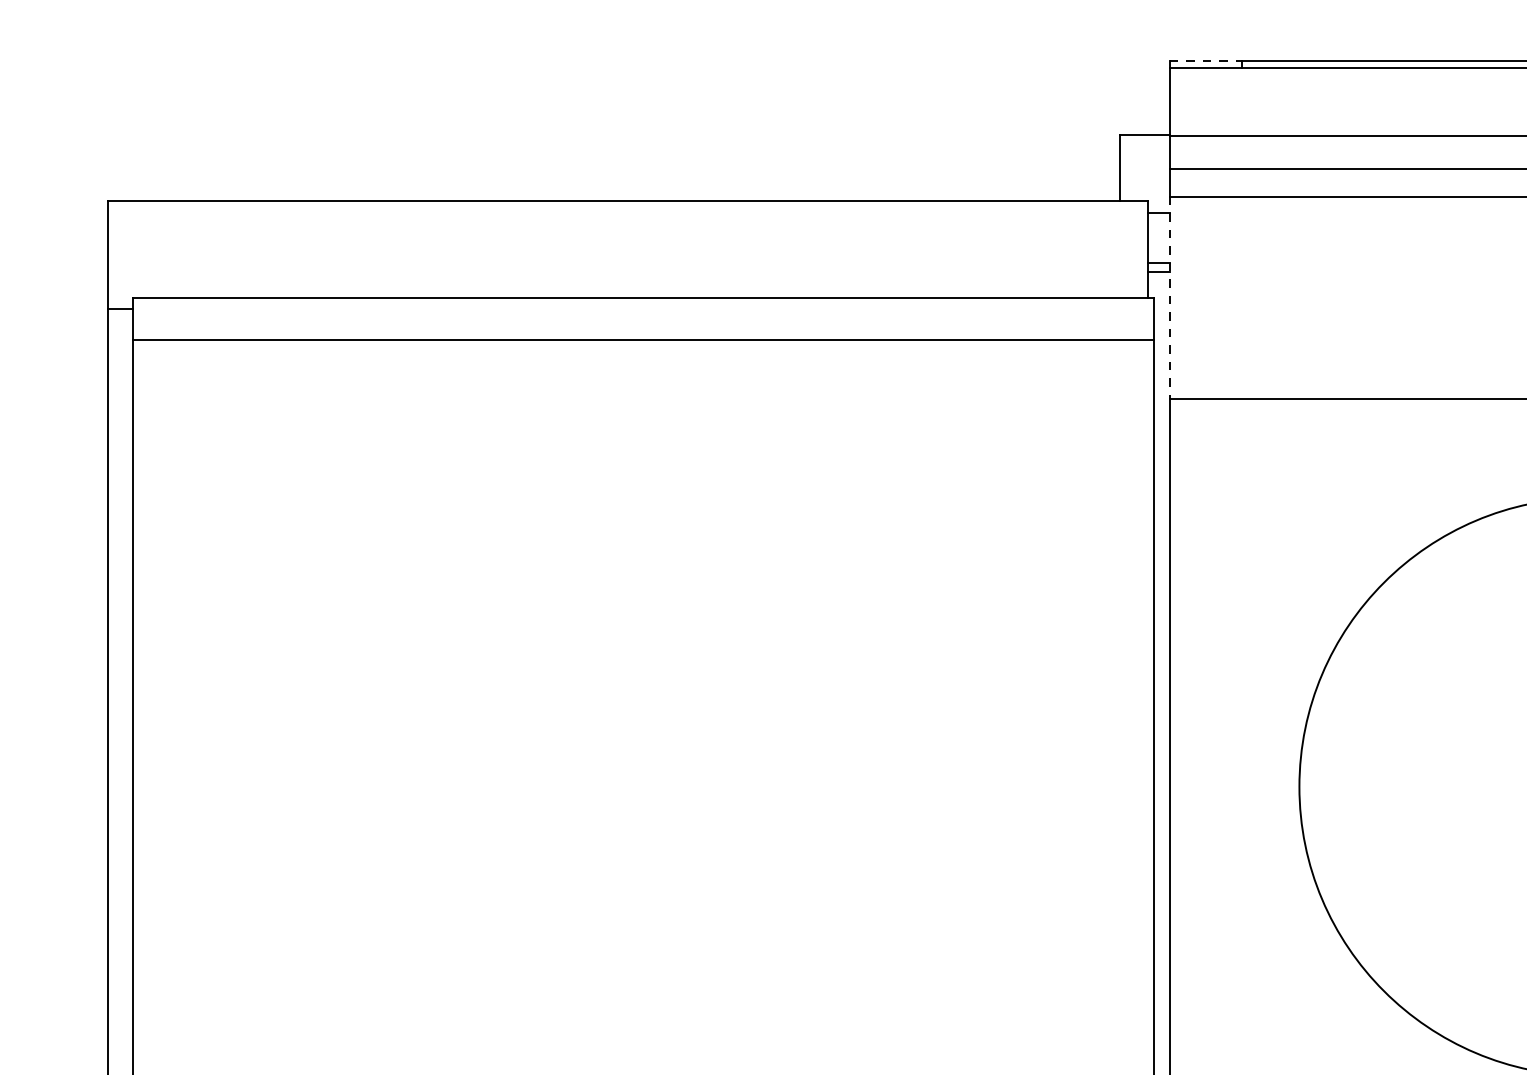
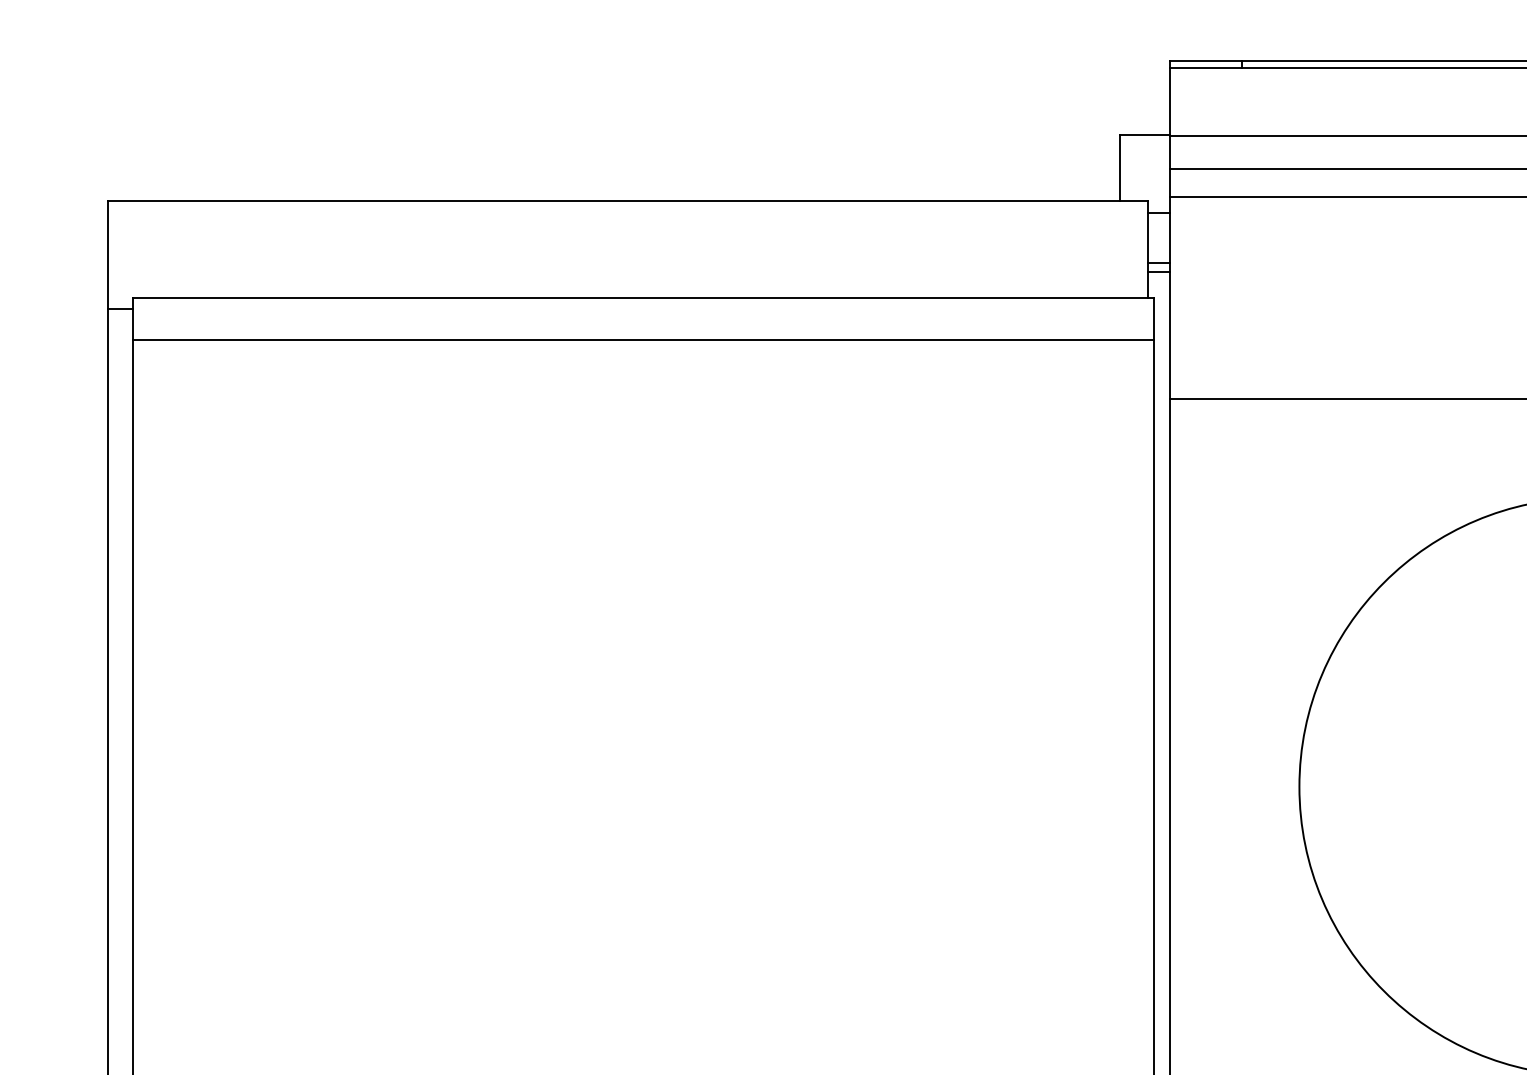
line at (1205, 60): dashed -> solid
line at (1169, 298): dashed -> solid
